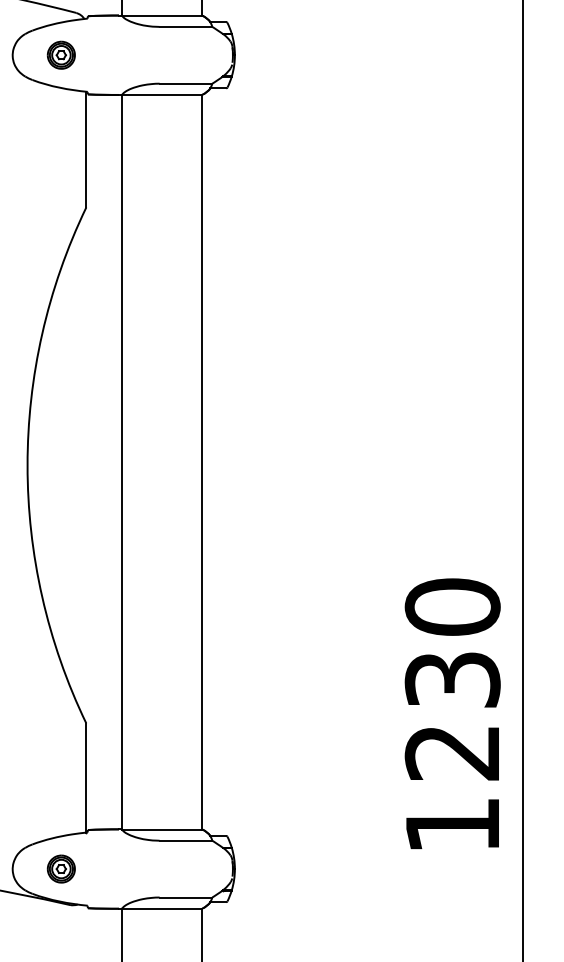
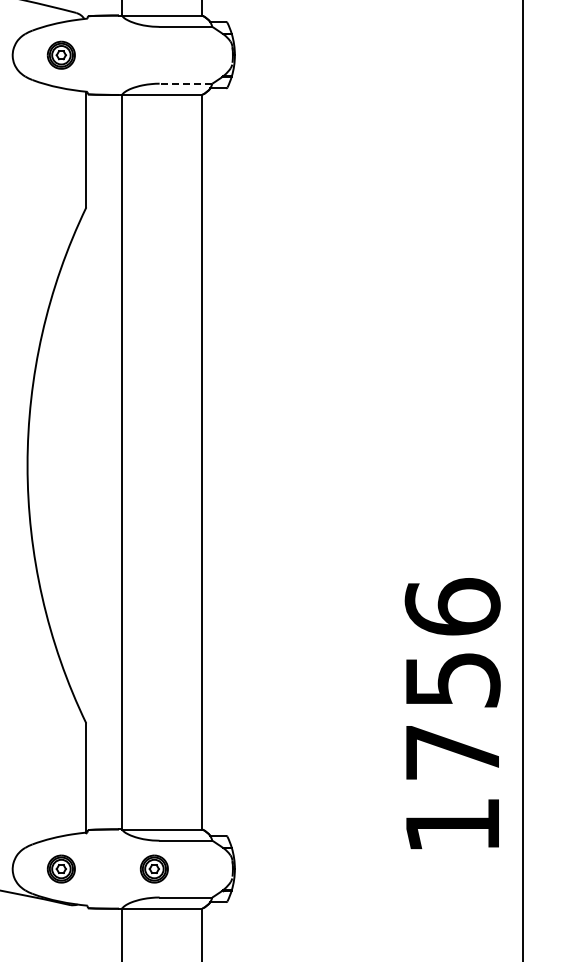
line at (185, 83): solid -> dashed
text at (452, 679): 1230 -> 1756
part at (153, 868): none -> present
